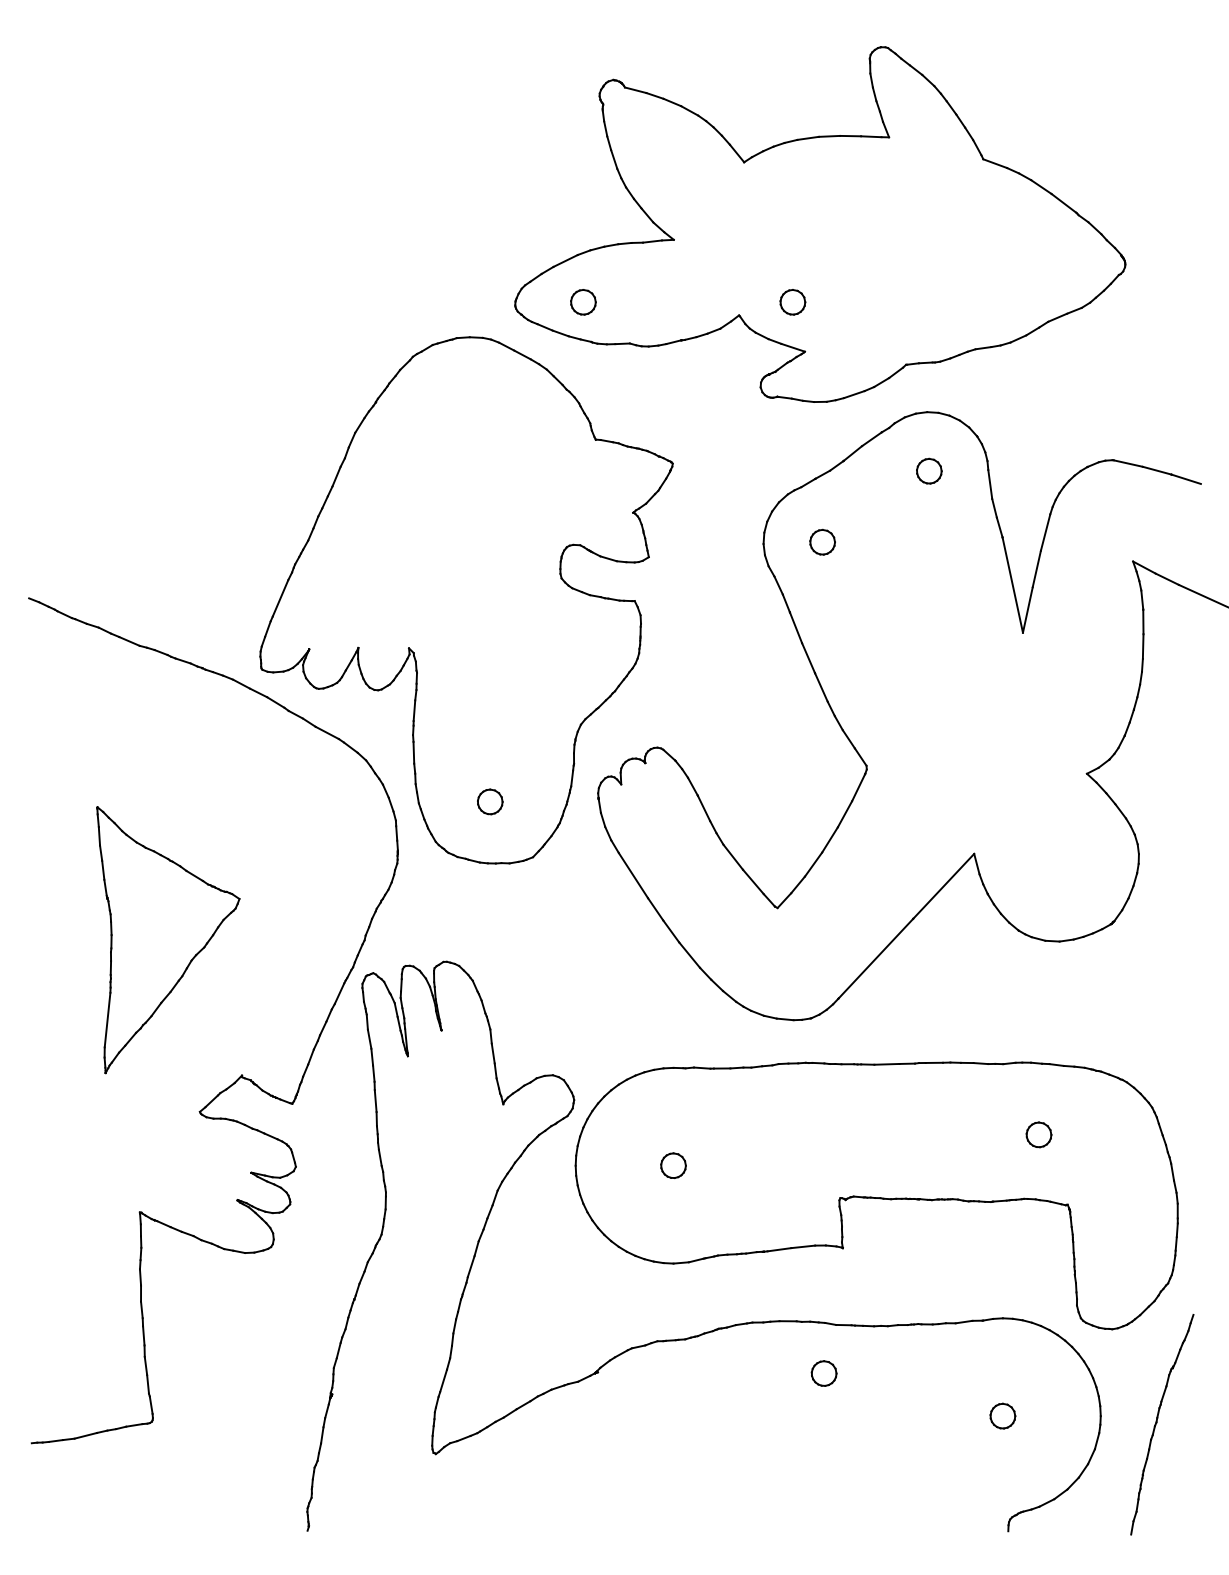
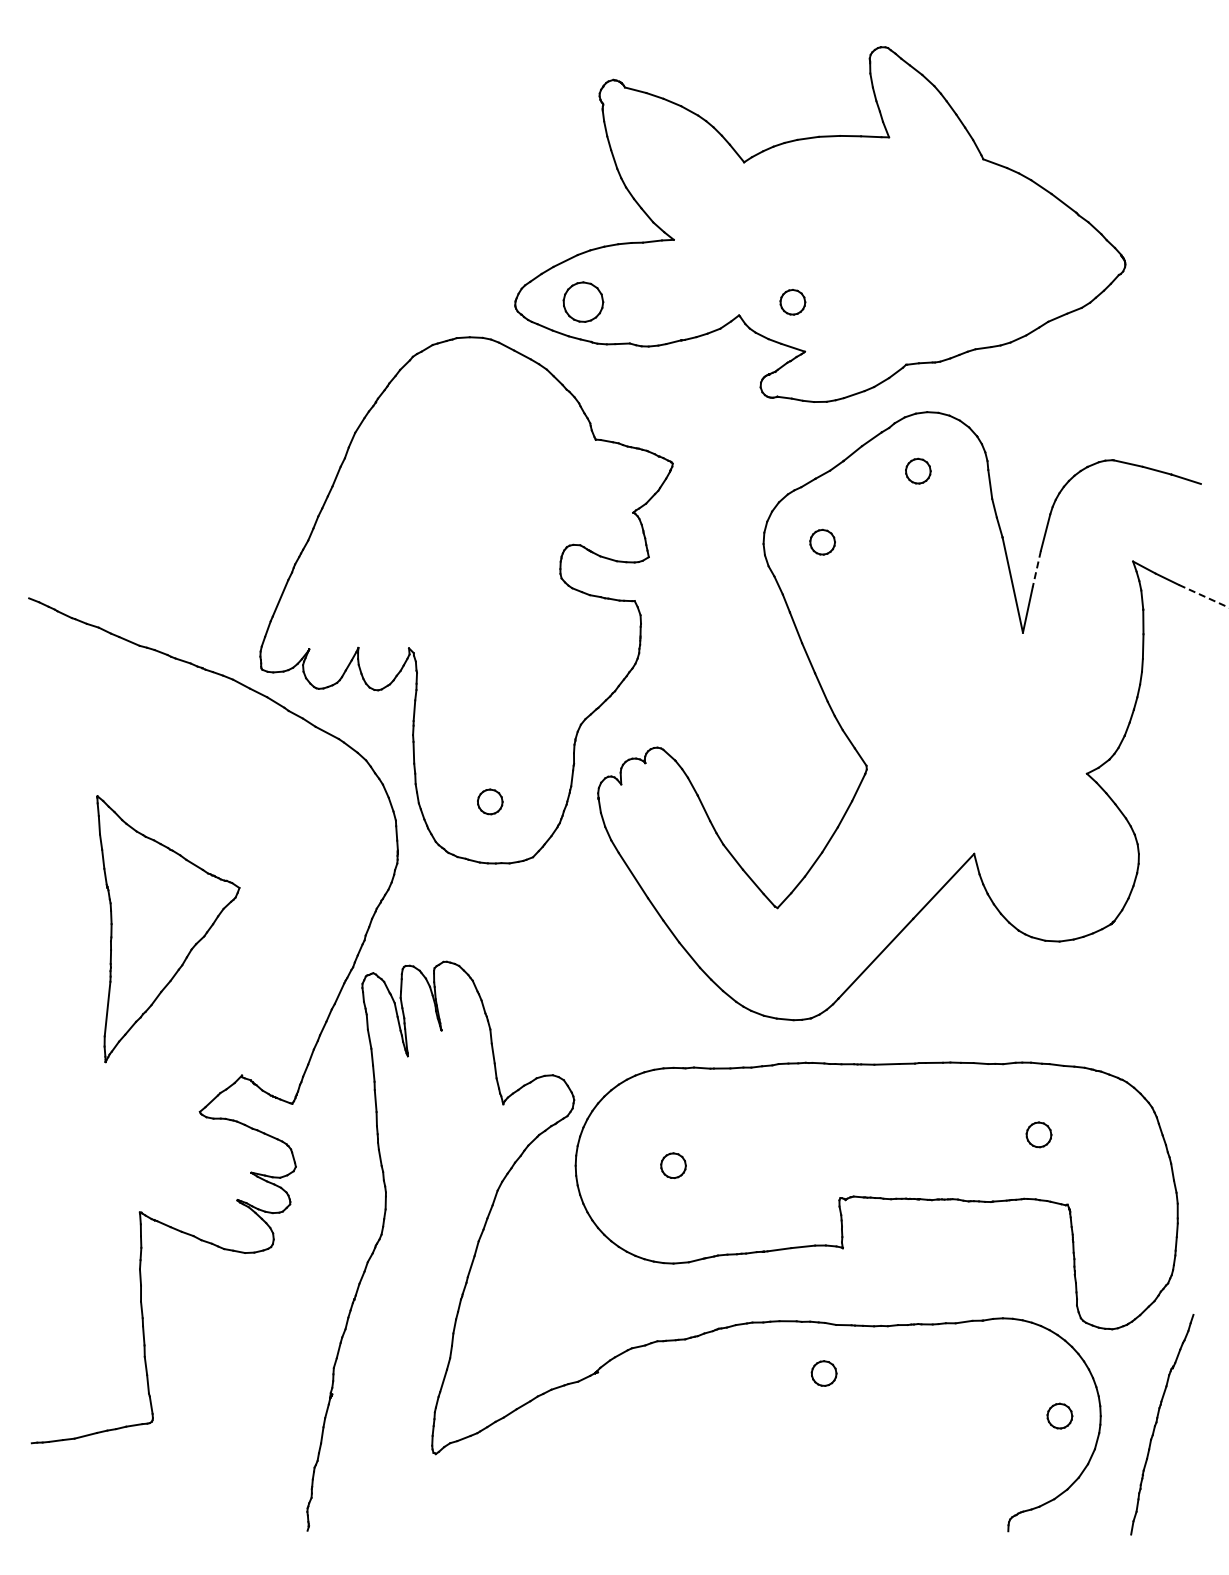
part at (583, 302) size: 27x27 px -> 43x42 px
part at (929, 470) position: (929, 470) -> (918, 470)
line at (1036, 569): solid -> dashed
line at (1204, 596): solid -> dashed
part at (168, 940) position: (168, 940) -> (168, 929)
part at (1002, 1415) position: (1002, 1415) -> (1059, 1415)
